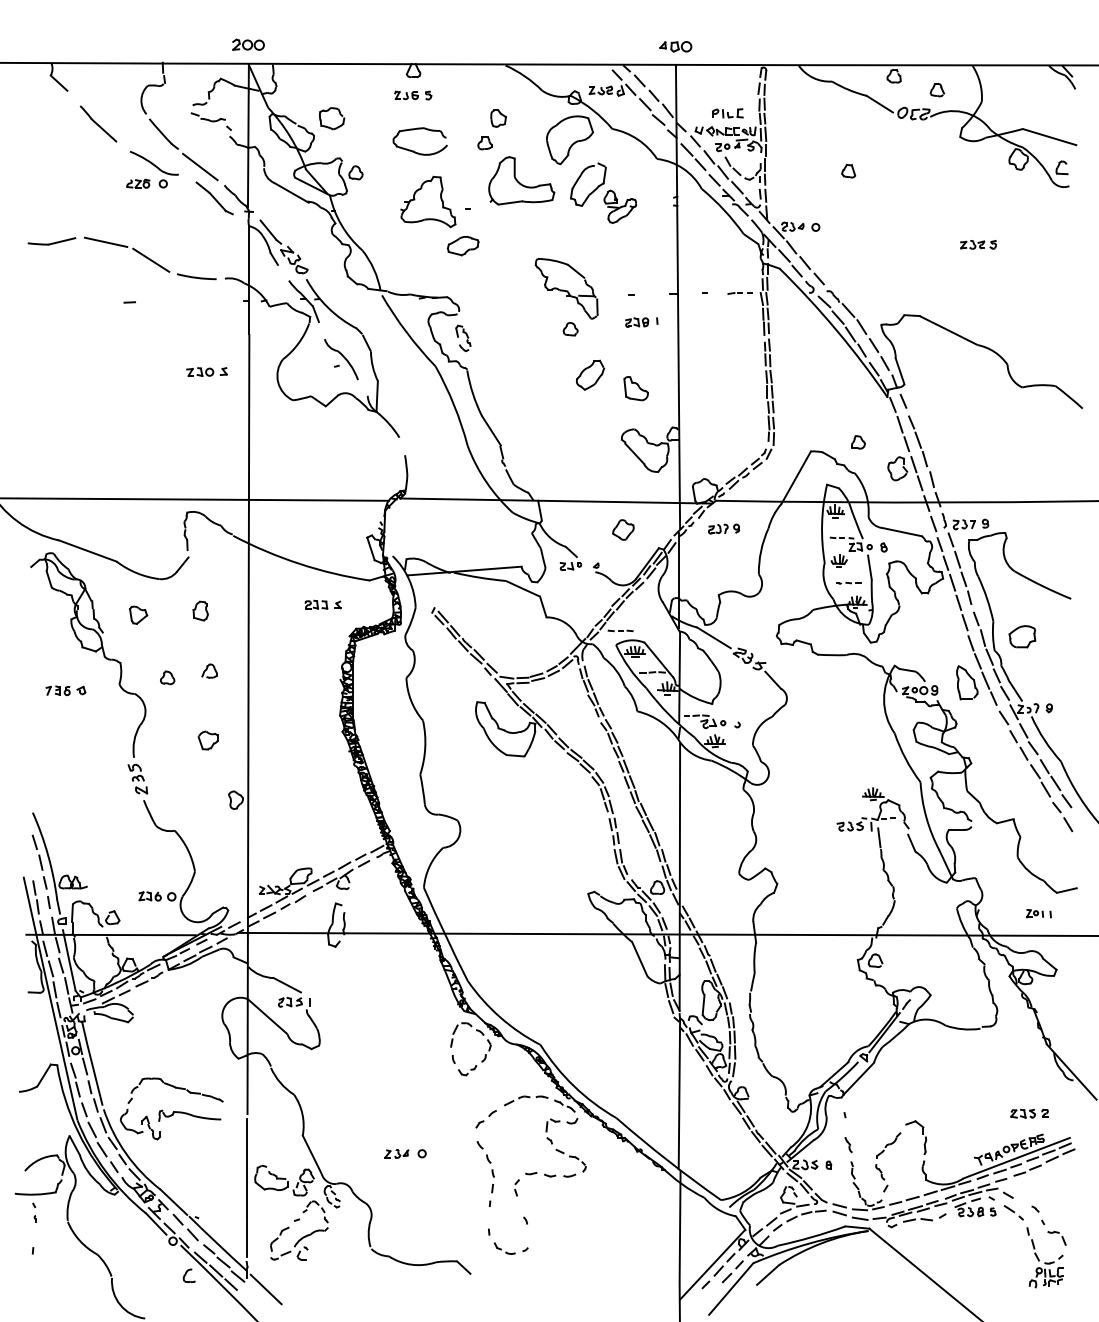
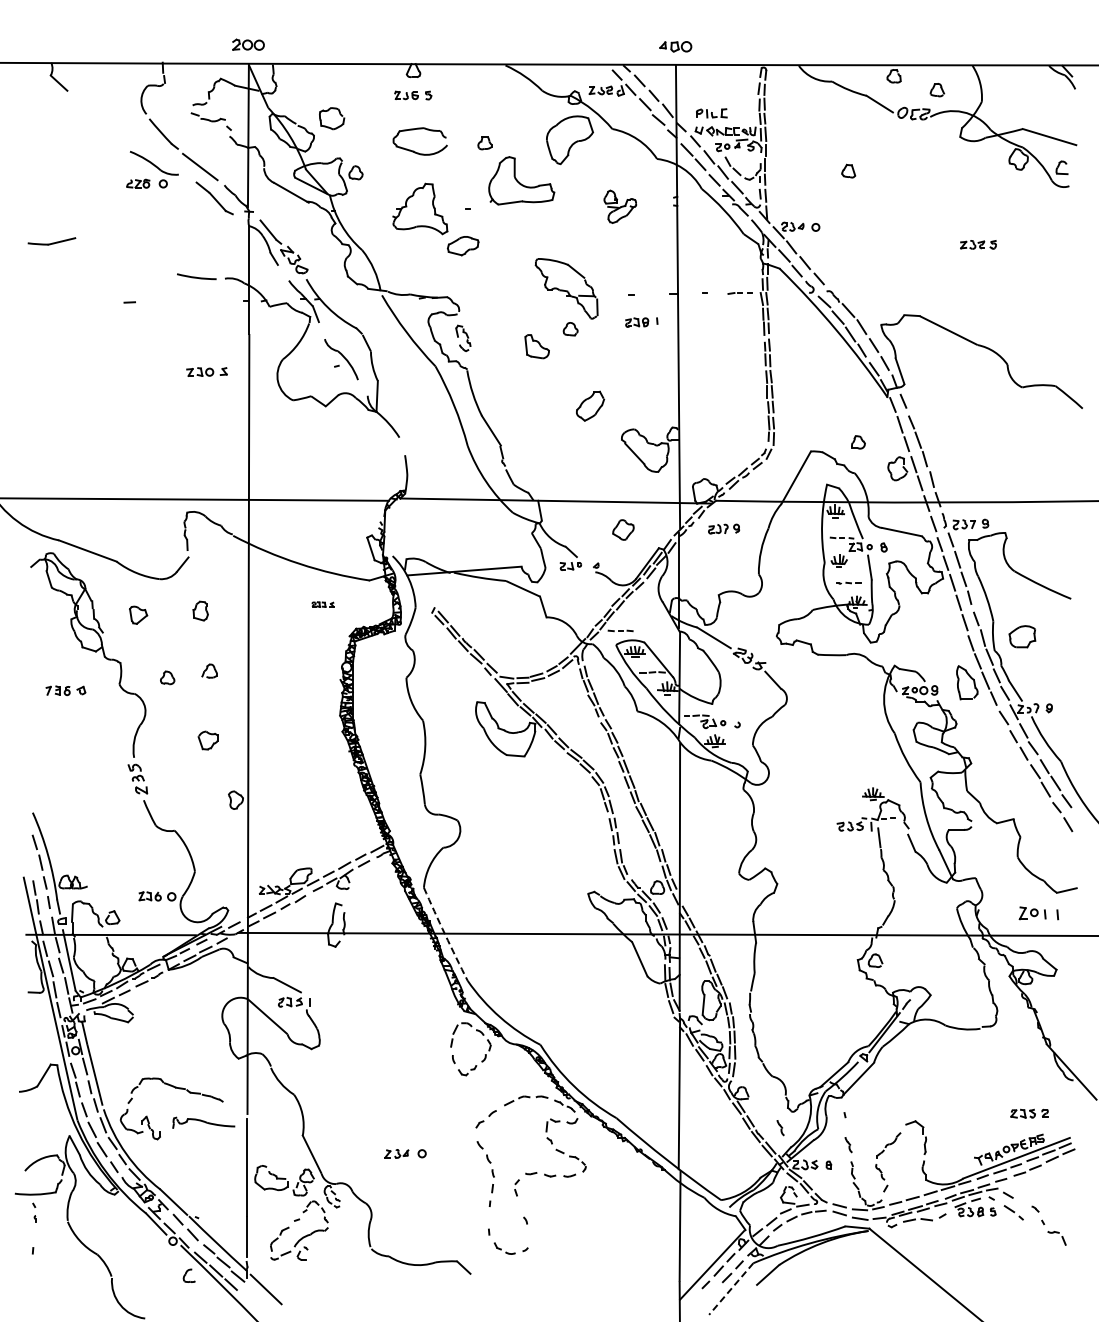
part at (727, 113) position: (727, 113) -> (711, 113)
part at (498, 118): present -> none
part at (98, 123): present -> none
part at (594, 189): present -> none
part at (428, 201) position: (428, 201) -> (420, 208)
line at (105, 241): present -> none
line at (151, 259): present -> none
part at (590, 374) position: (590, 374) -> (590, 405)
part at (635, 388) position: (635, 388) -> (536, 346)
part at (322, 604) size: 38x11 px -> 24x7 px
part at (1038, 913) size: 26x10 px -> 42x15 px
arc at (445, 934): solid -> dashed
part at (189, 1115) position: (189, 1115) -> (203, 1122)
part at (780, 1128): none -> present
part at (1044, 1257): present -> none
line at (731, 1289): solid -> dashed
